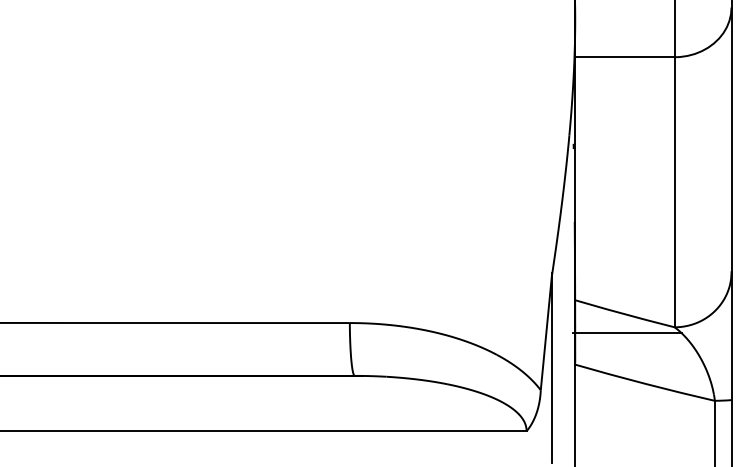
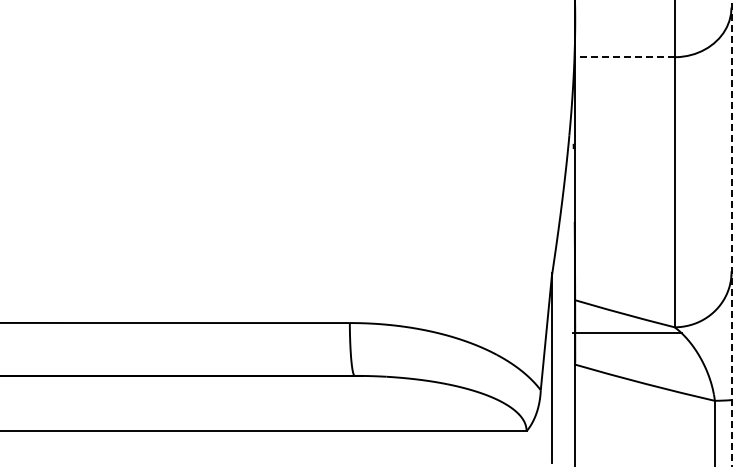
line at (624, 57): solid -> dashed
line at (731, 233): solid -> dashed
